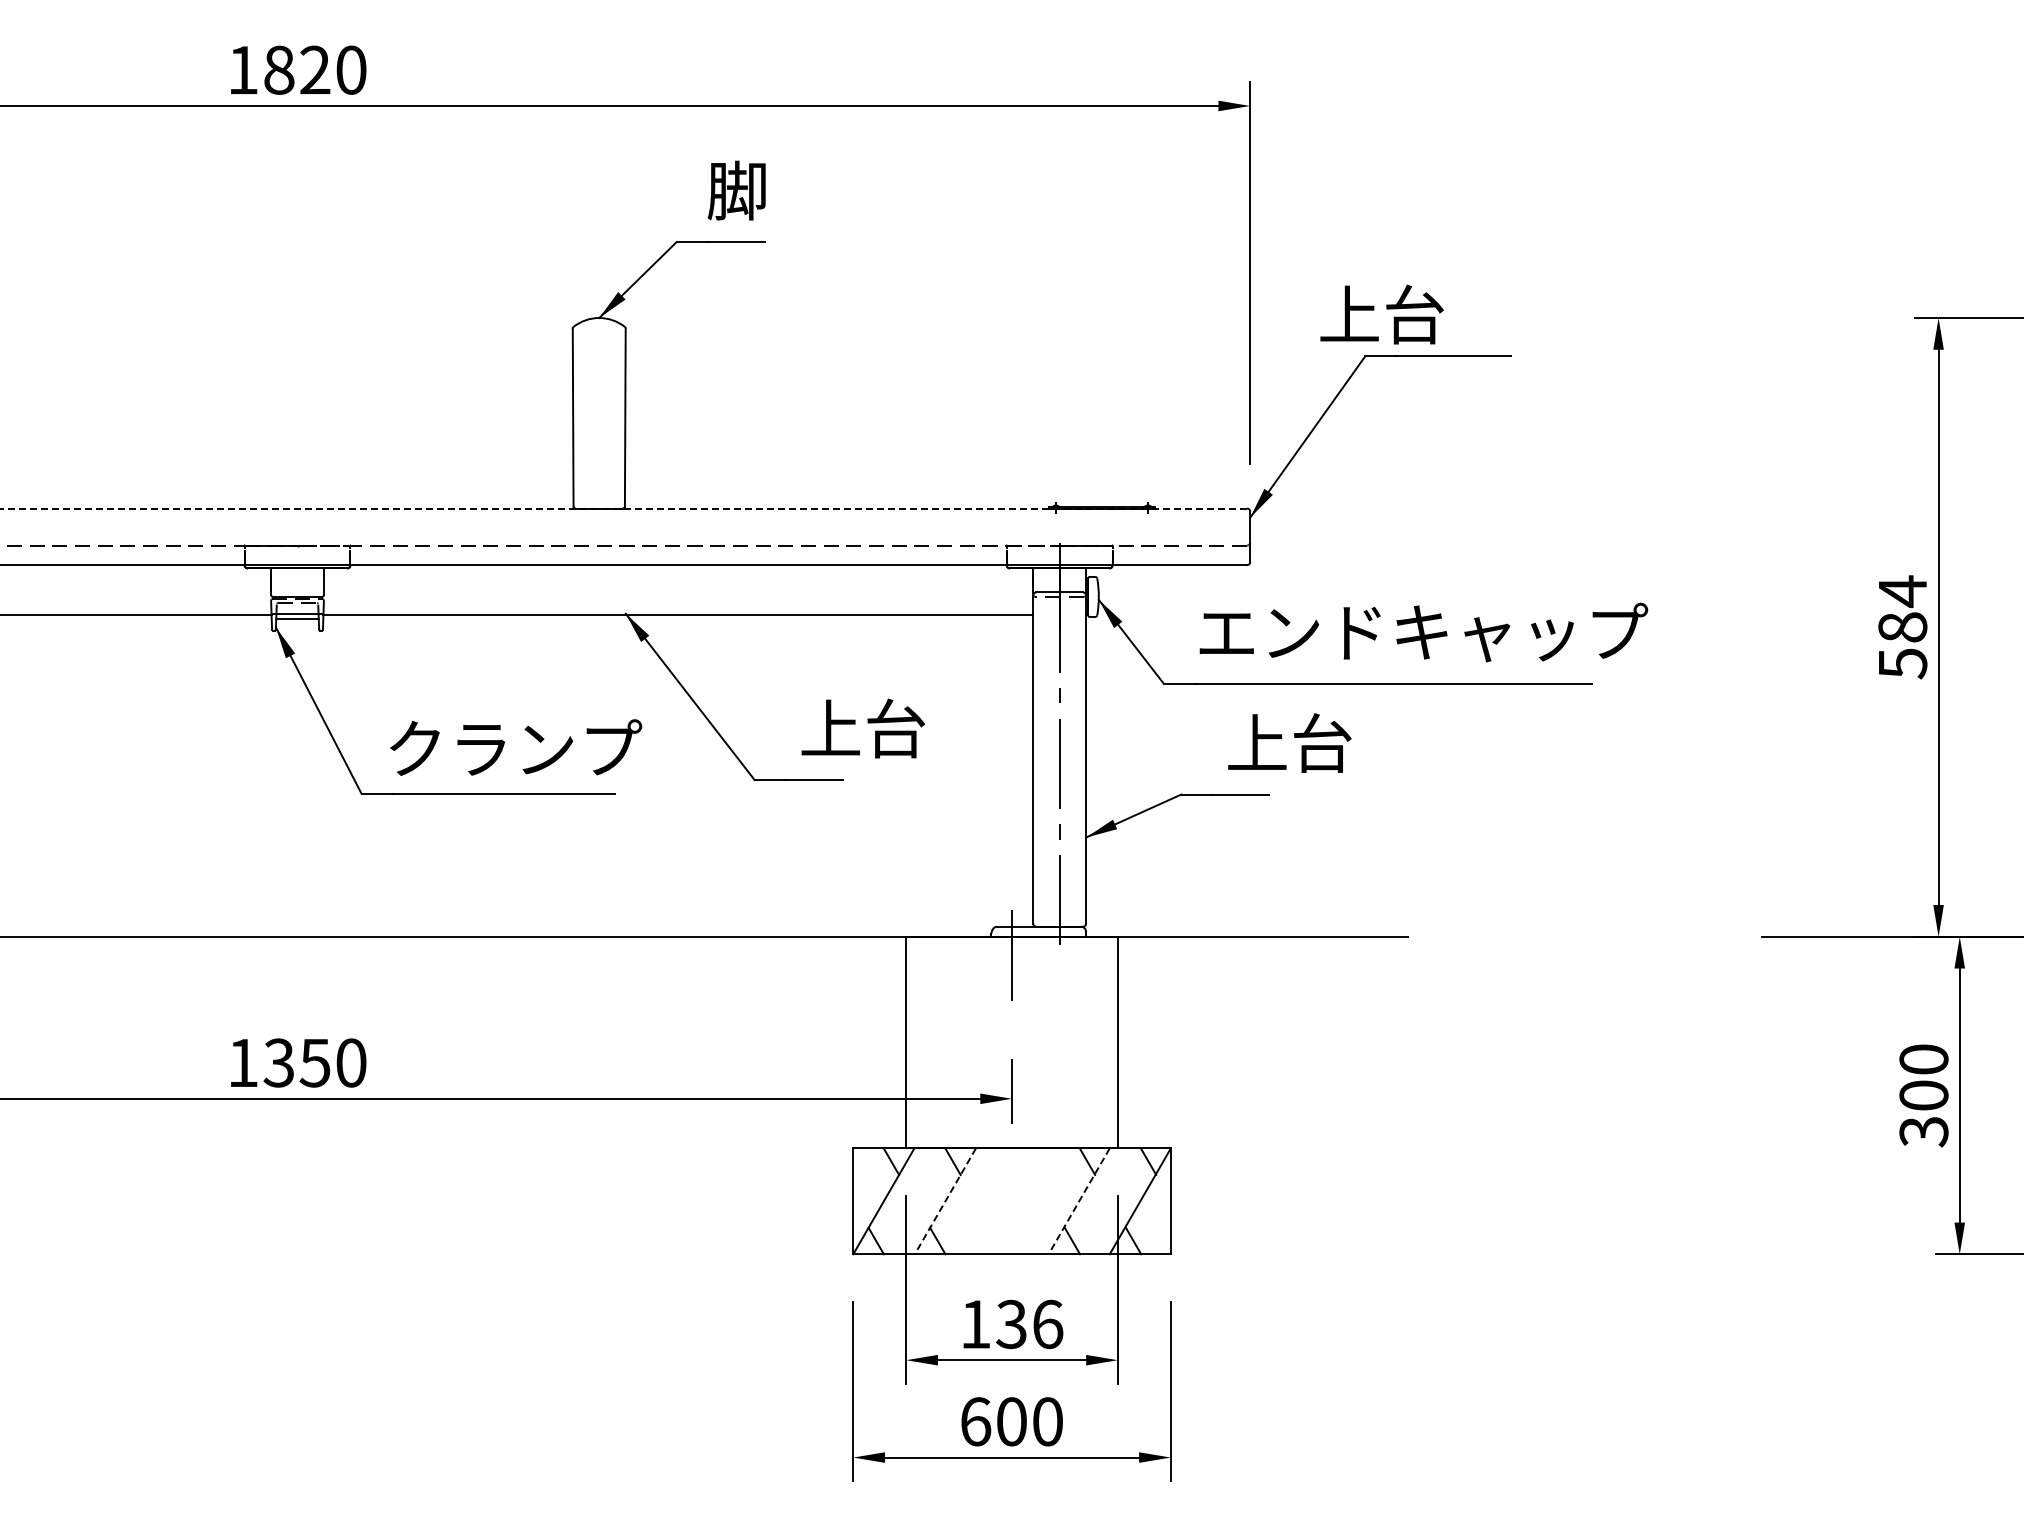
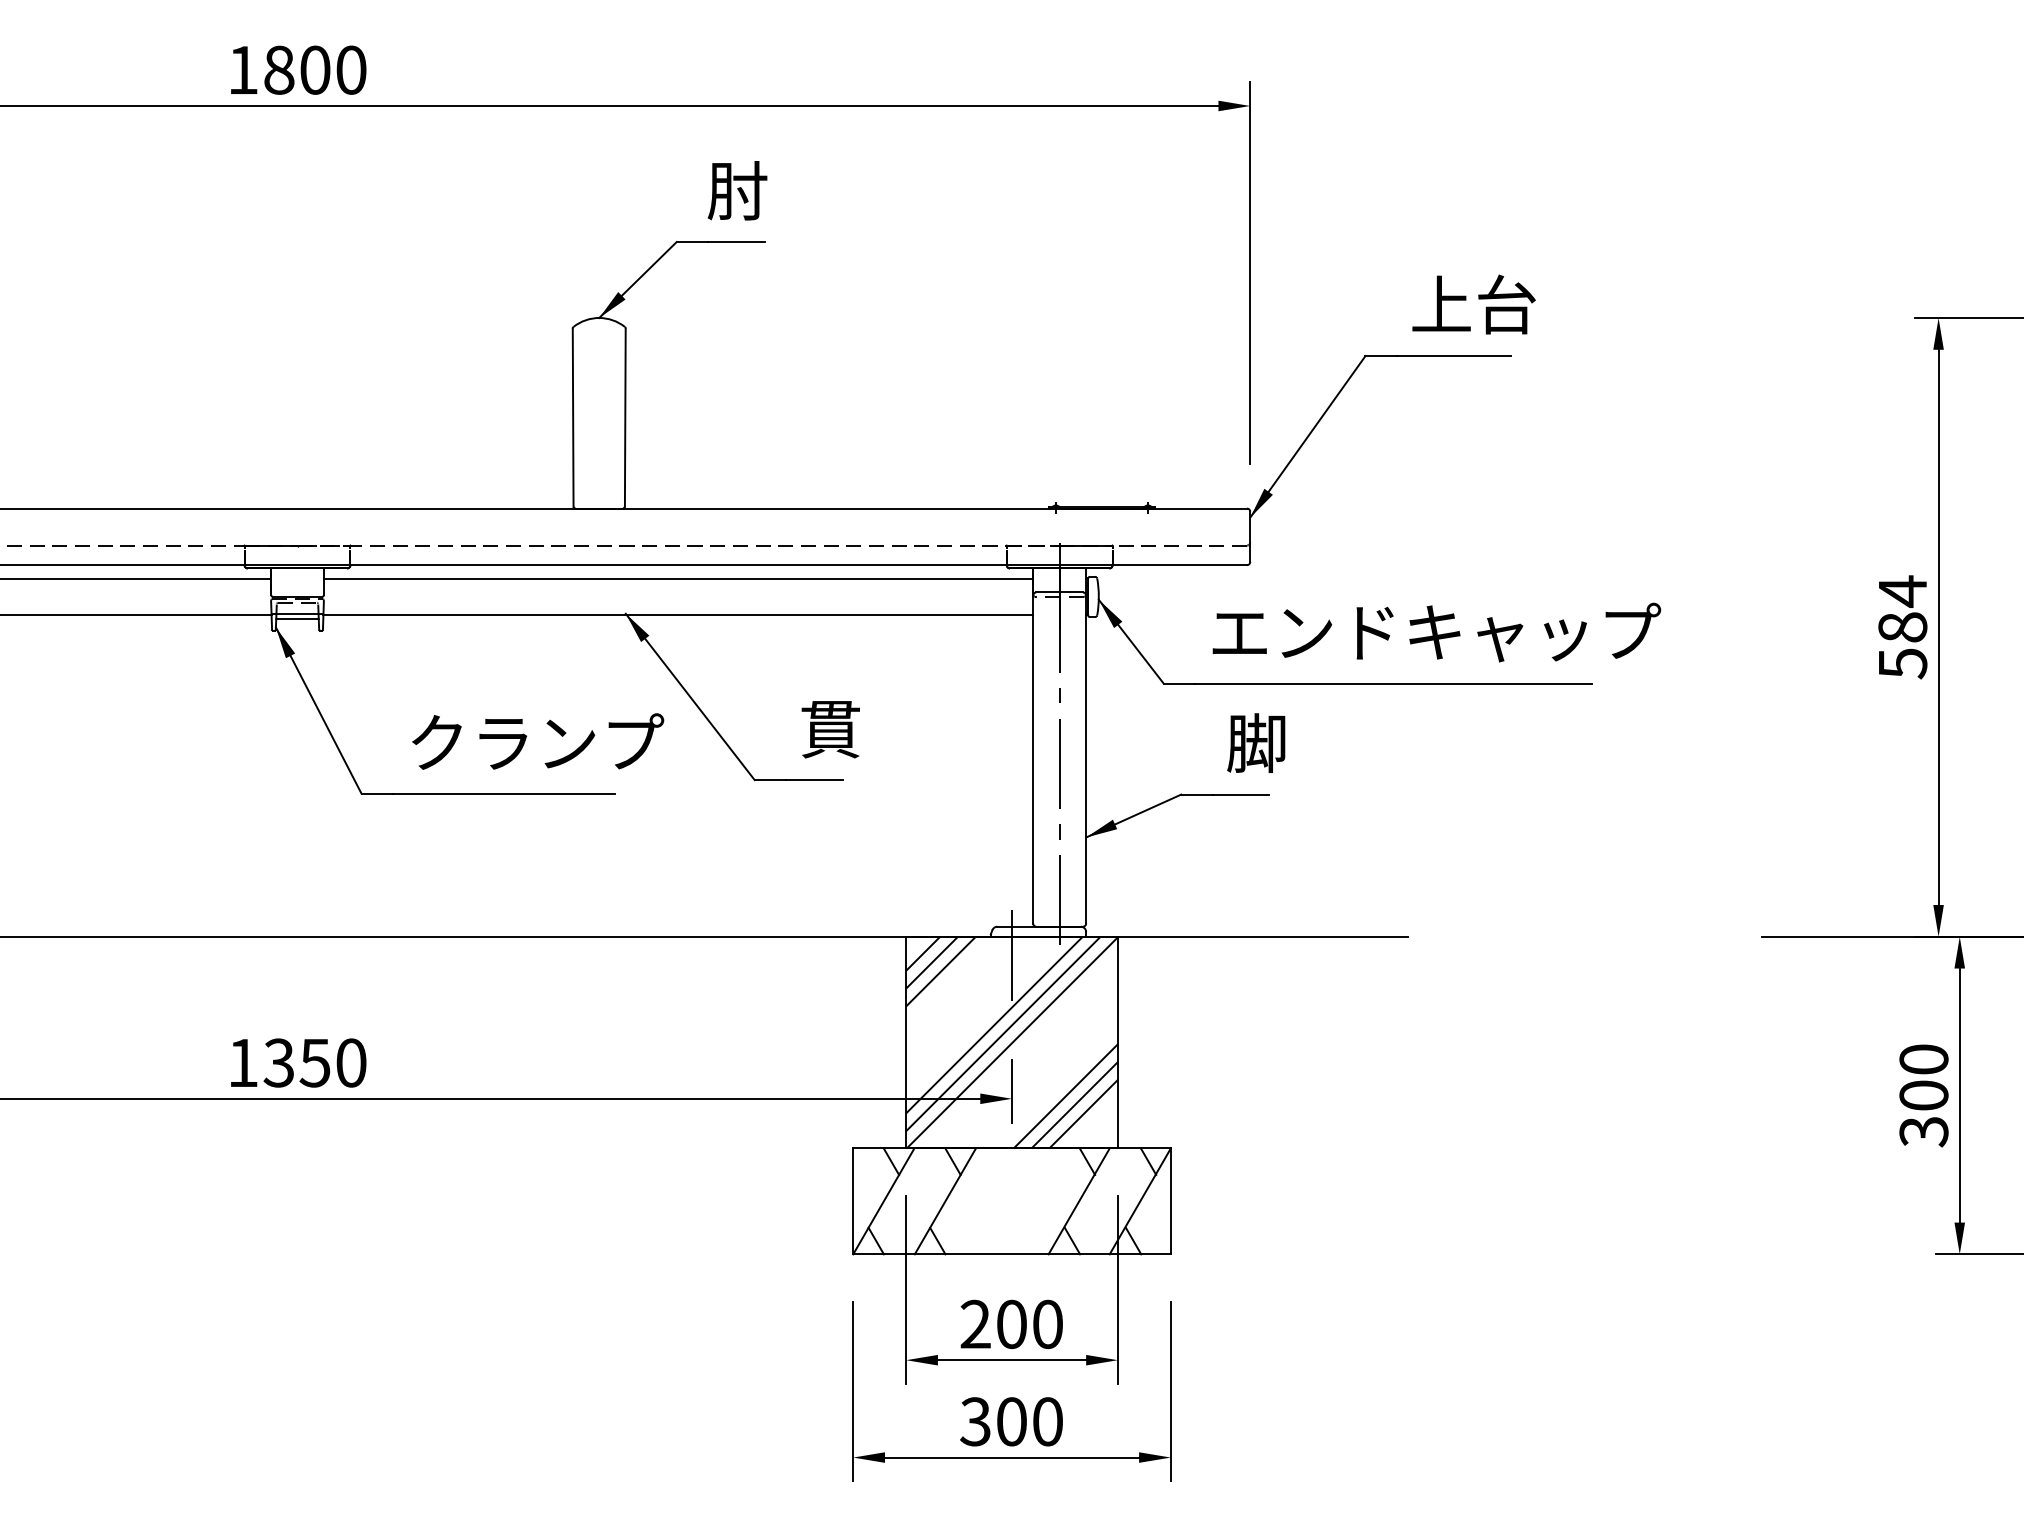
text at (315, 69): 1820 -> 1800
text at (737, 190): 脚 -> 肘
text at (1381, 314) position: (1381, 314) -> (1473, 304)
line at (624, 508): dashed -> solid
line at (136, 578): none -> present
line at (678, 578): none -> present
text at (1423, 632) position: (1423, 632) -> (1436, 632)
text at (863, 728): 上台 -> 貫
text at (1289, 742): 上台 -> 脚
text at (516, 747) position: (516, 747) -> (538, 741)
hatch at (1011, 1042): none -> present
line at (945, 1201): dashed -> solid
line at (1078, 1201): dashed -> solid
text at (1011, 1324): 136 -> 200
text at (975, 1421): 600 -> 300
